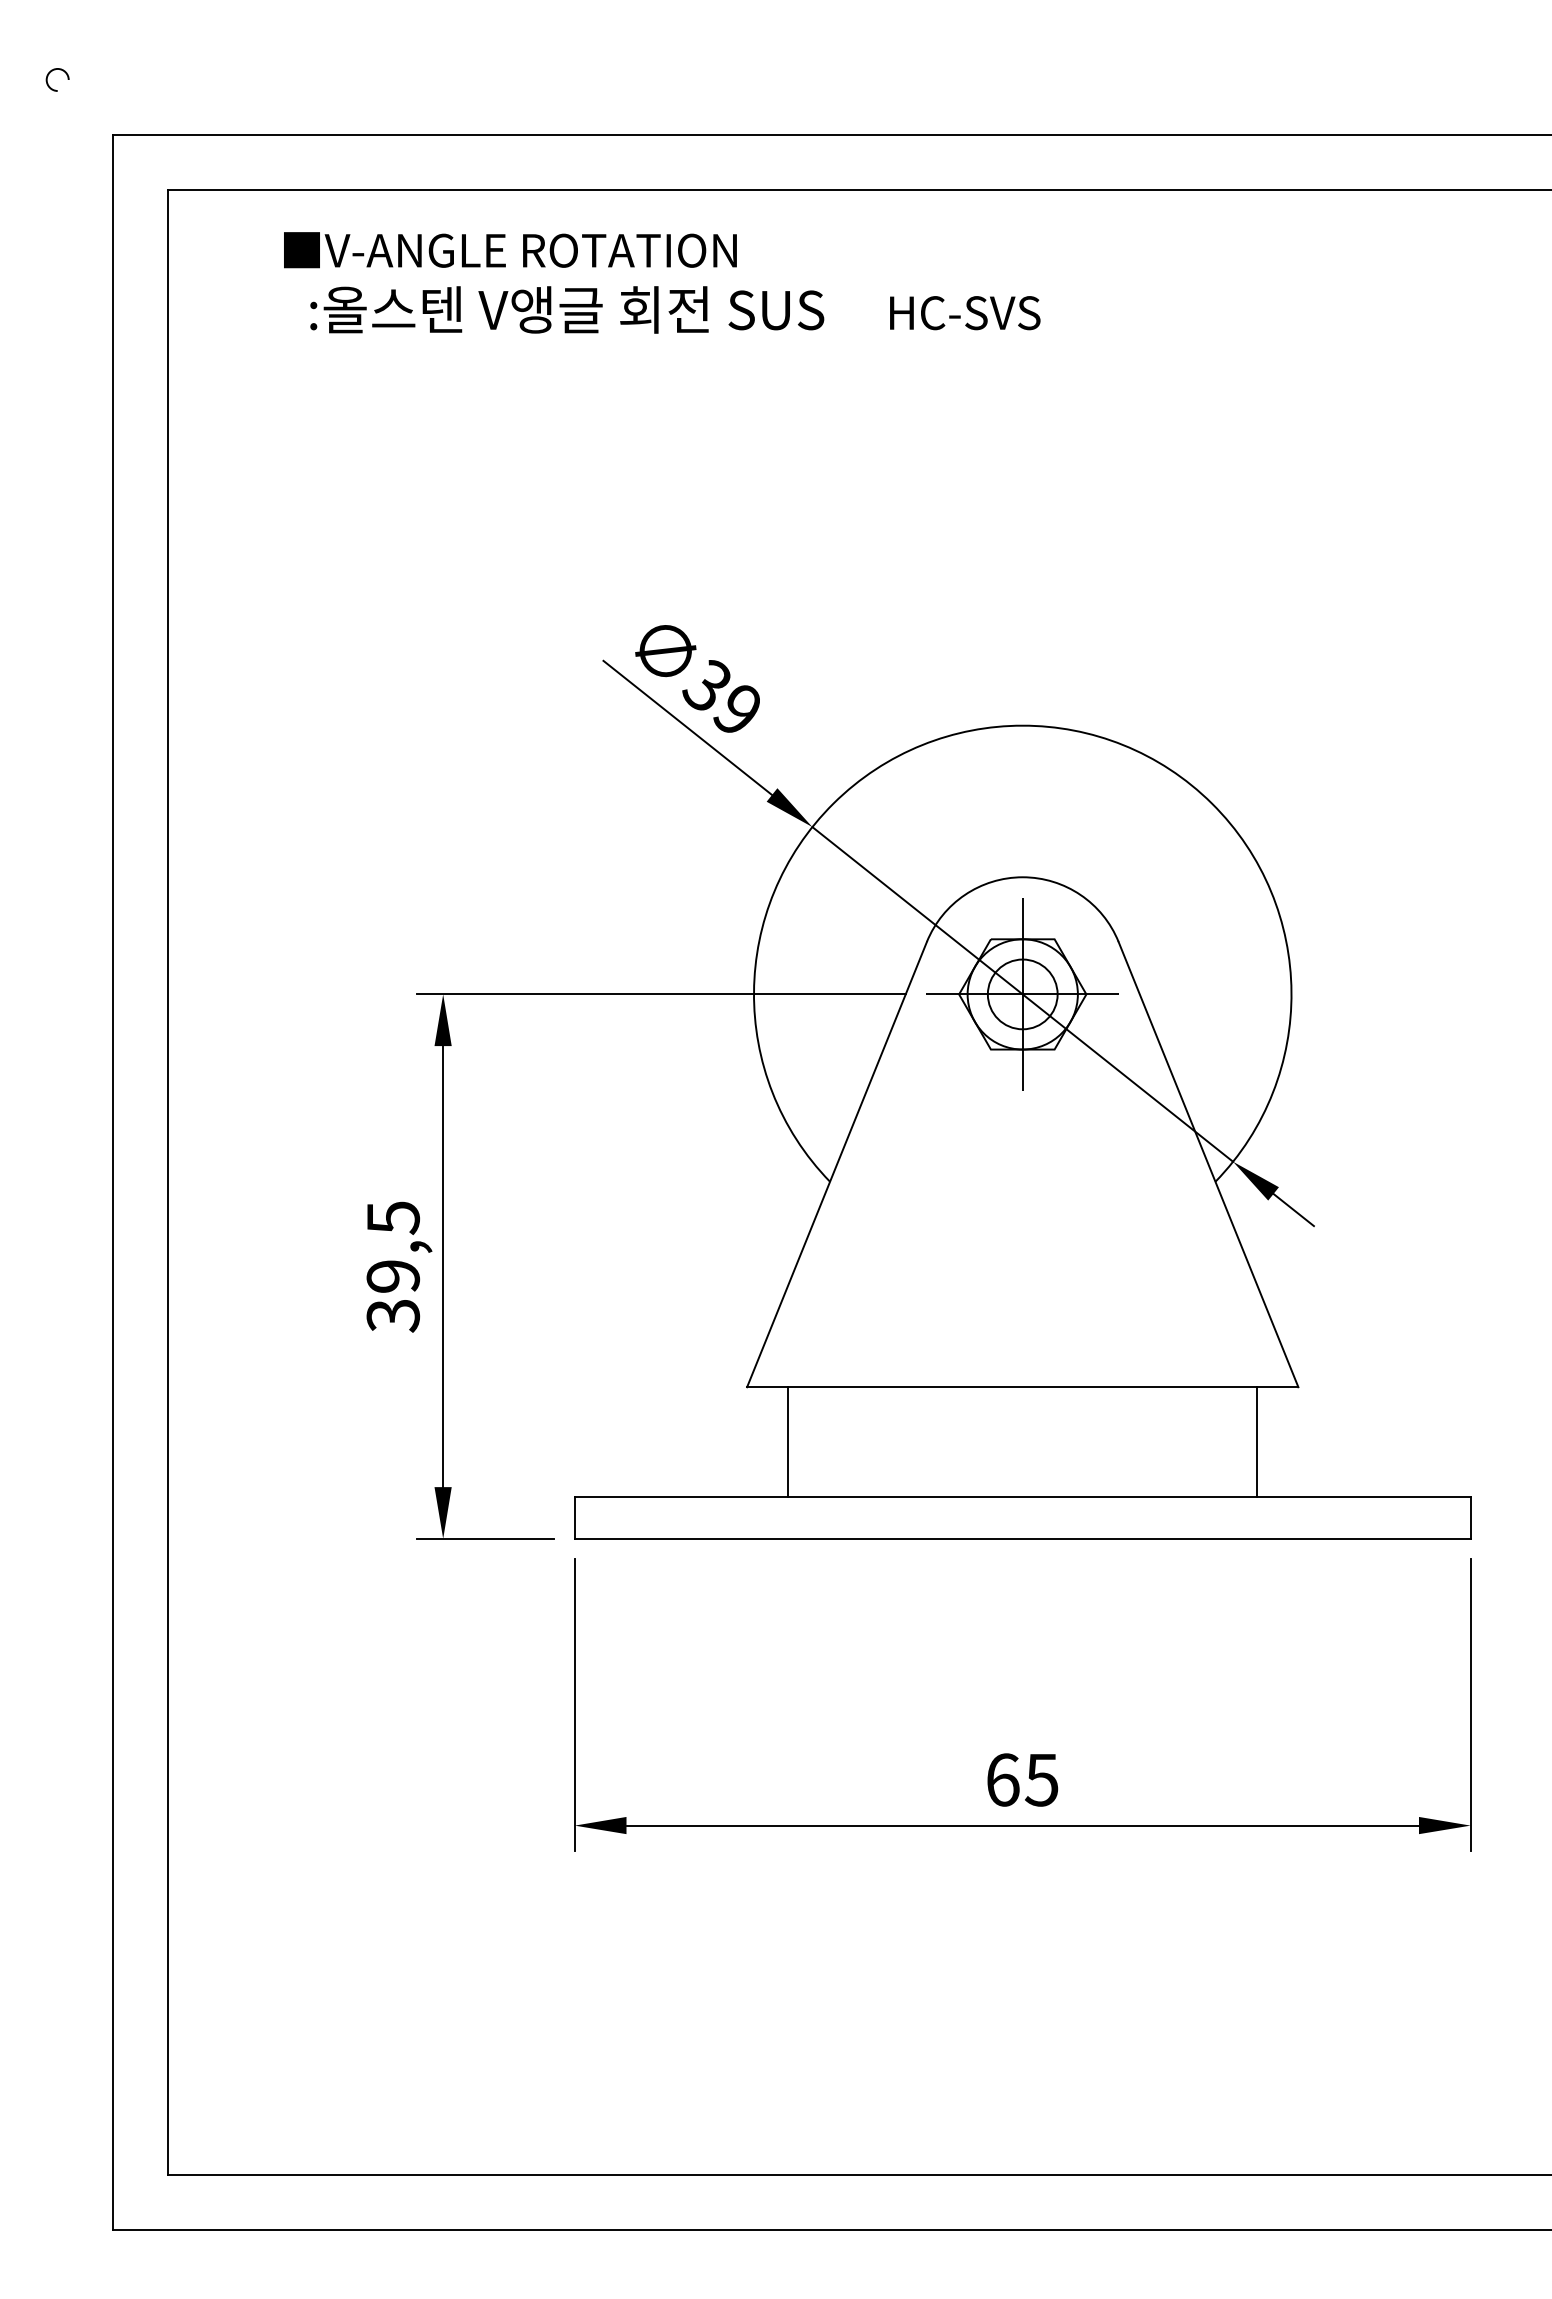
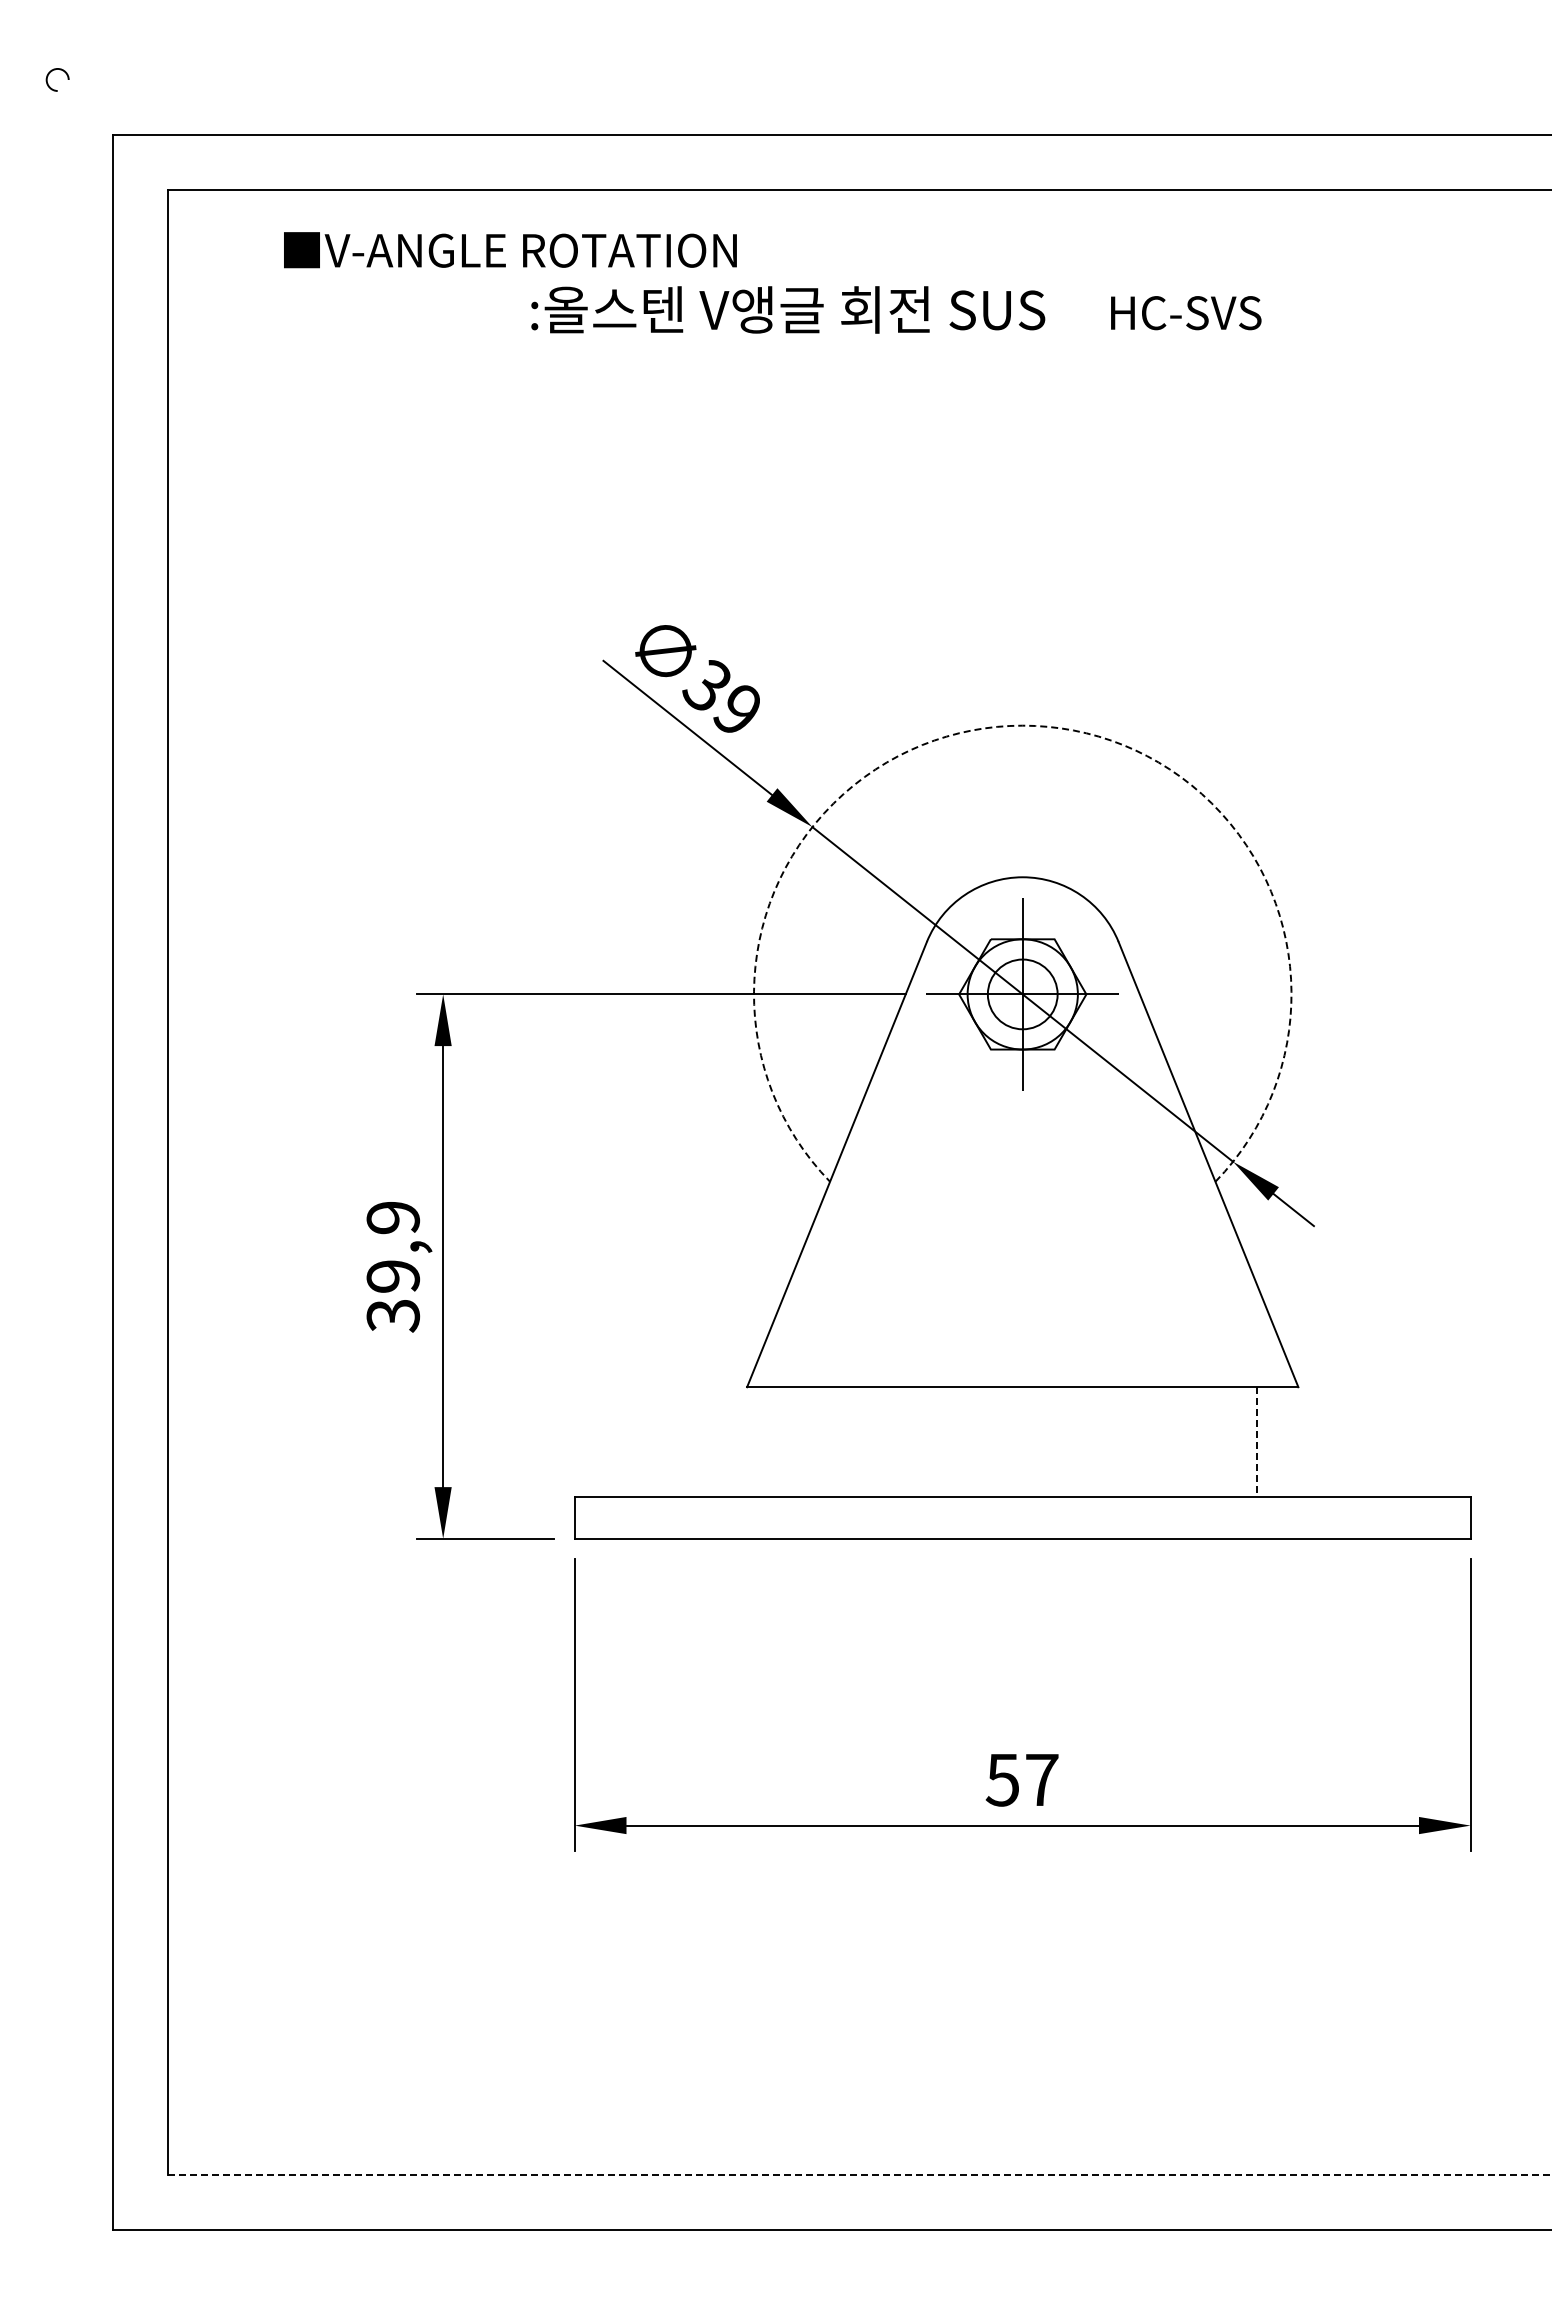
text at (675, 309) position: (675, 309) -> (896, 309)
arc at (1022, 725): solid -> dashed
text at (392, 1218): 39,5 -> 39,9
line at (788, 1442): present -> none
line at (1257, 1442): solid -> dashed
text at (1021, 1779): 65 -> 57
line at (859, 2174): solid -> dashed
